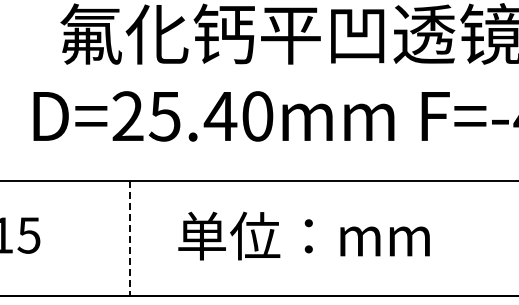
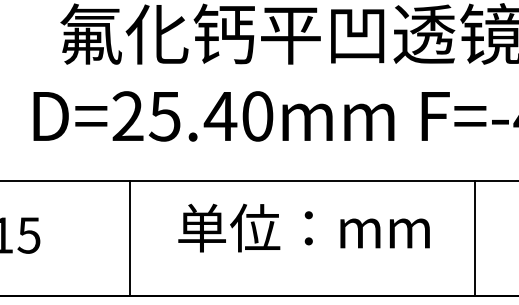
text at (303, 235) position: (303, 235) -> (303, 227)
line at (475, 238): none -> present
line at (130, 239): dashed -> solid
